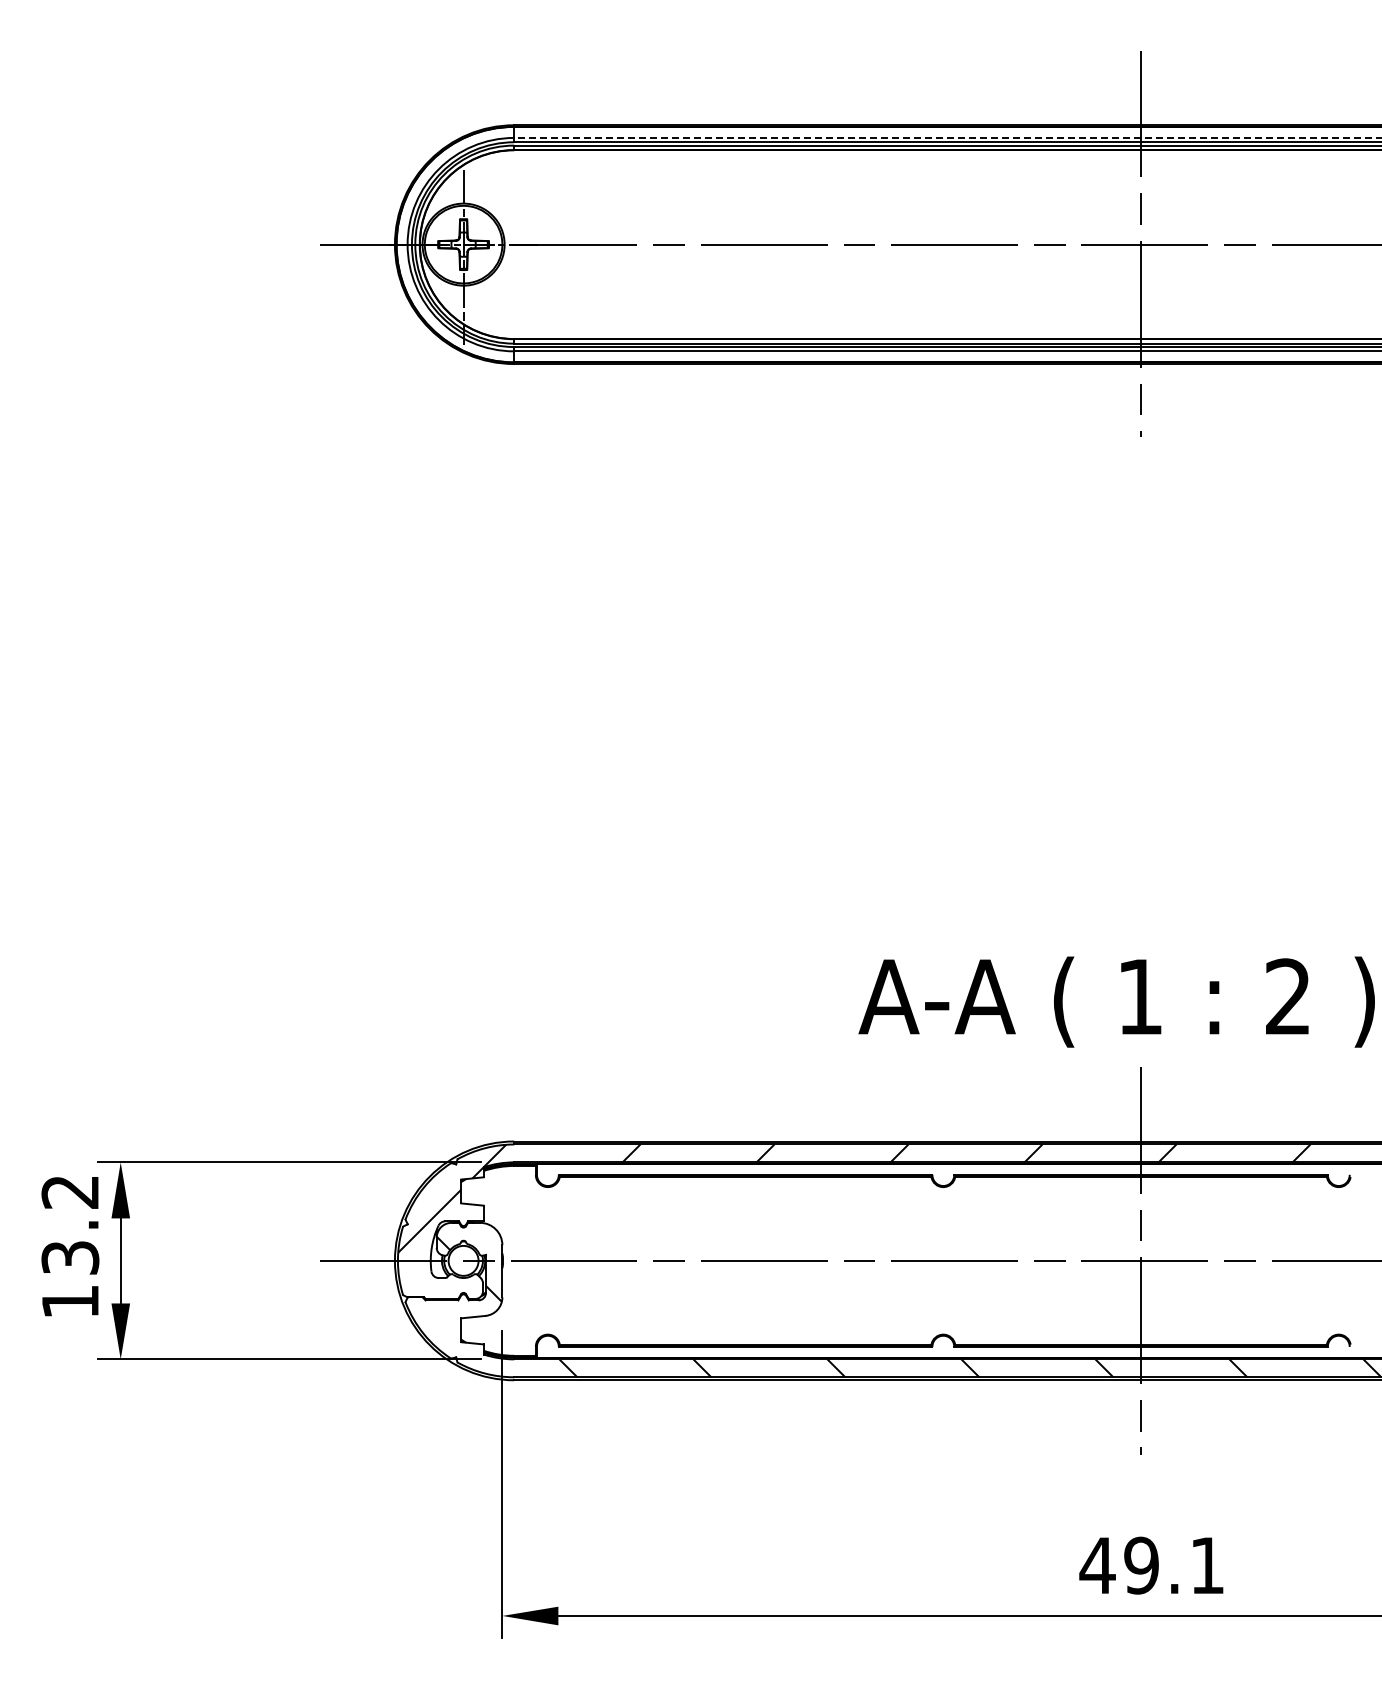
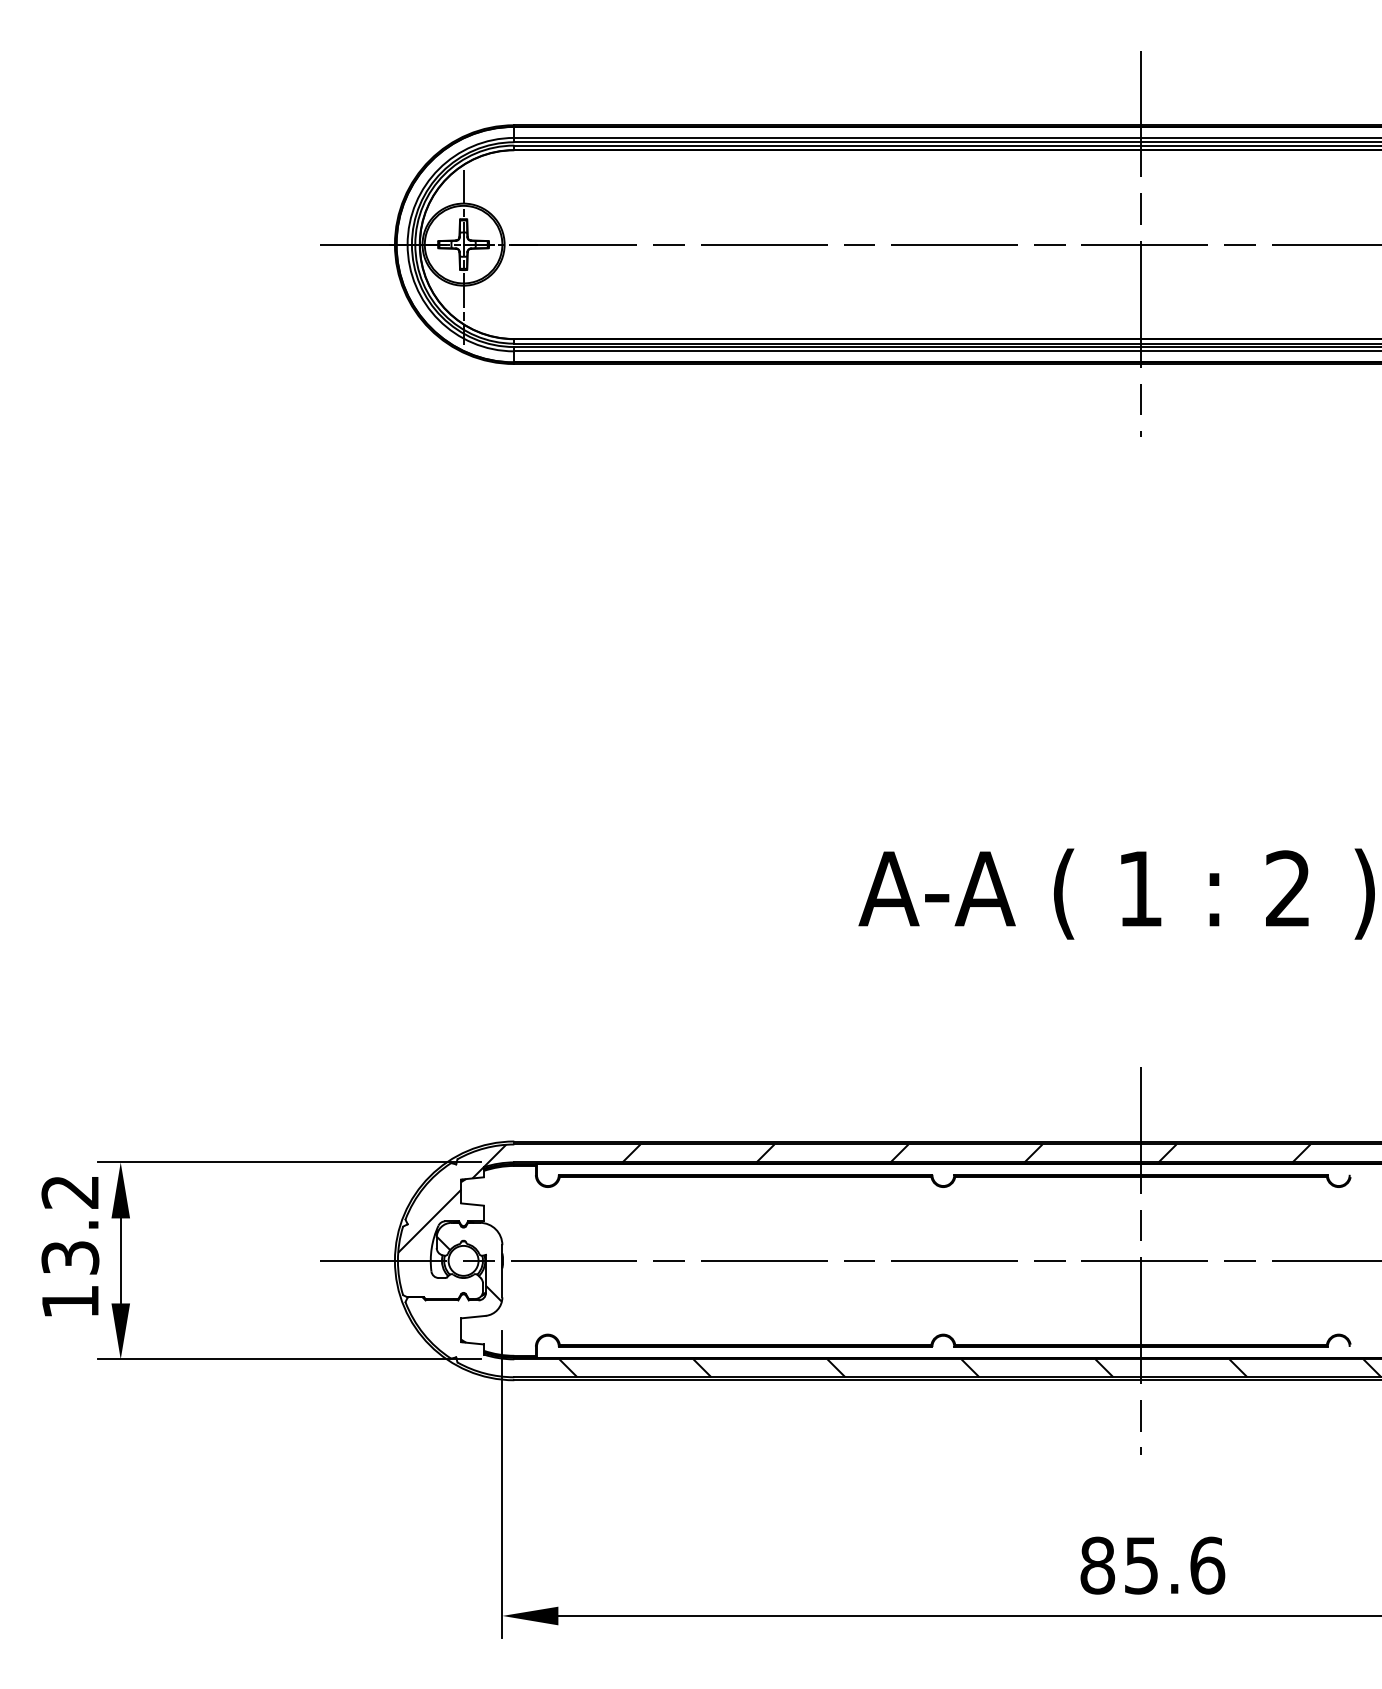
line at (948, 137): dashed -> solid
text at (1116, 1001) position: (1116, 1001) -> (1116, 893)
text at (1152, 1565): 49.1 -> 85.6
